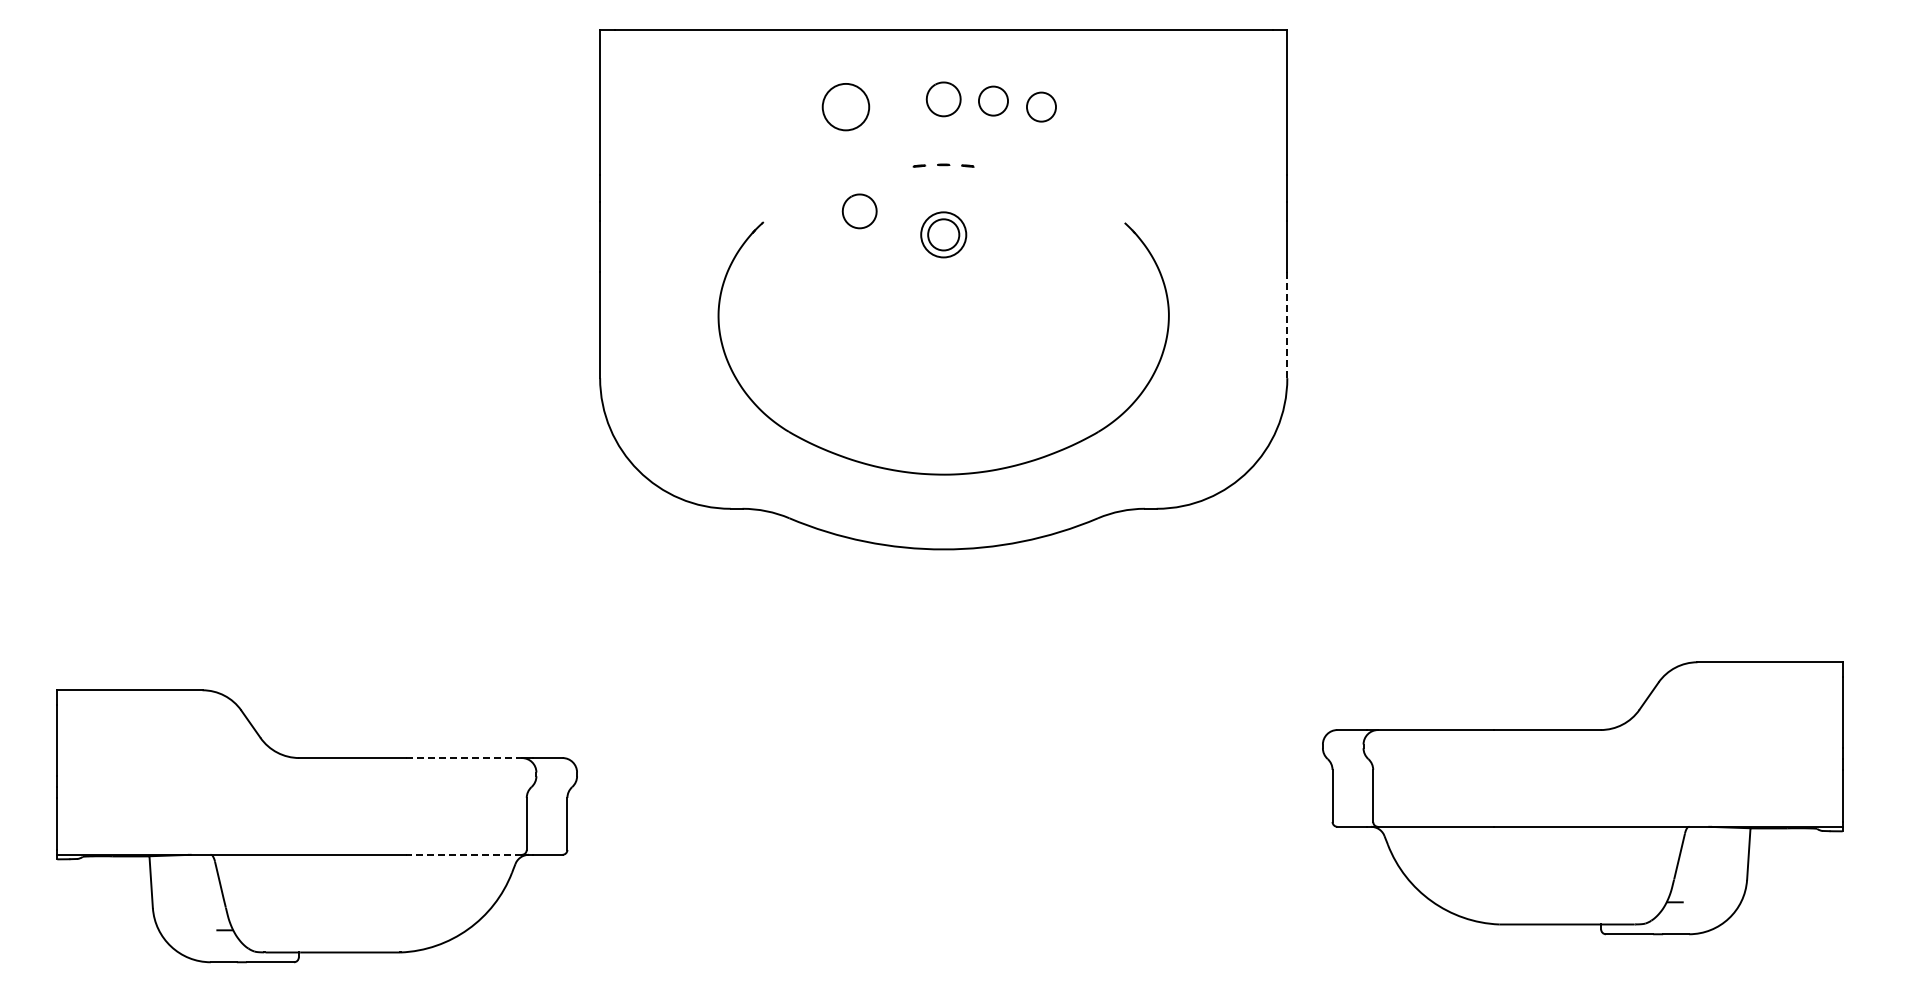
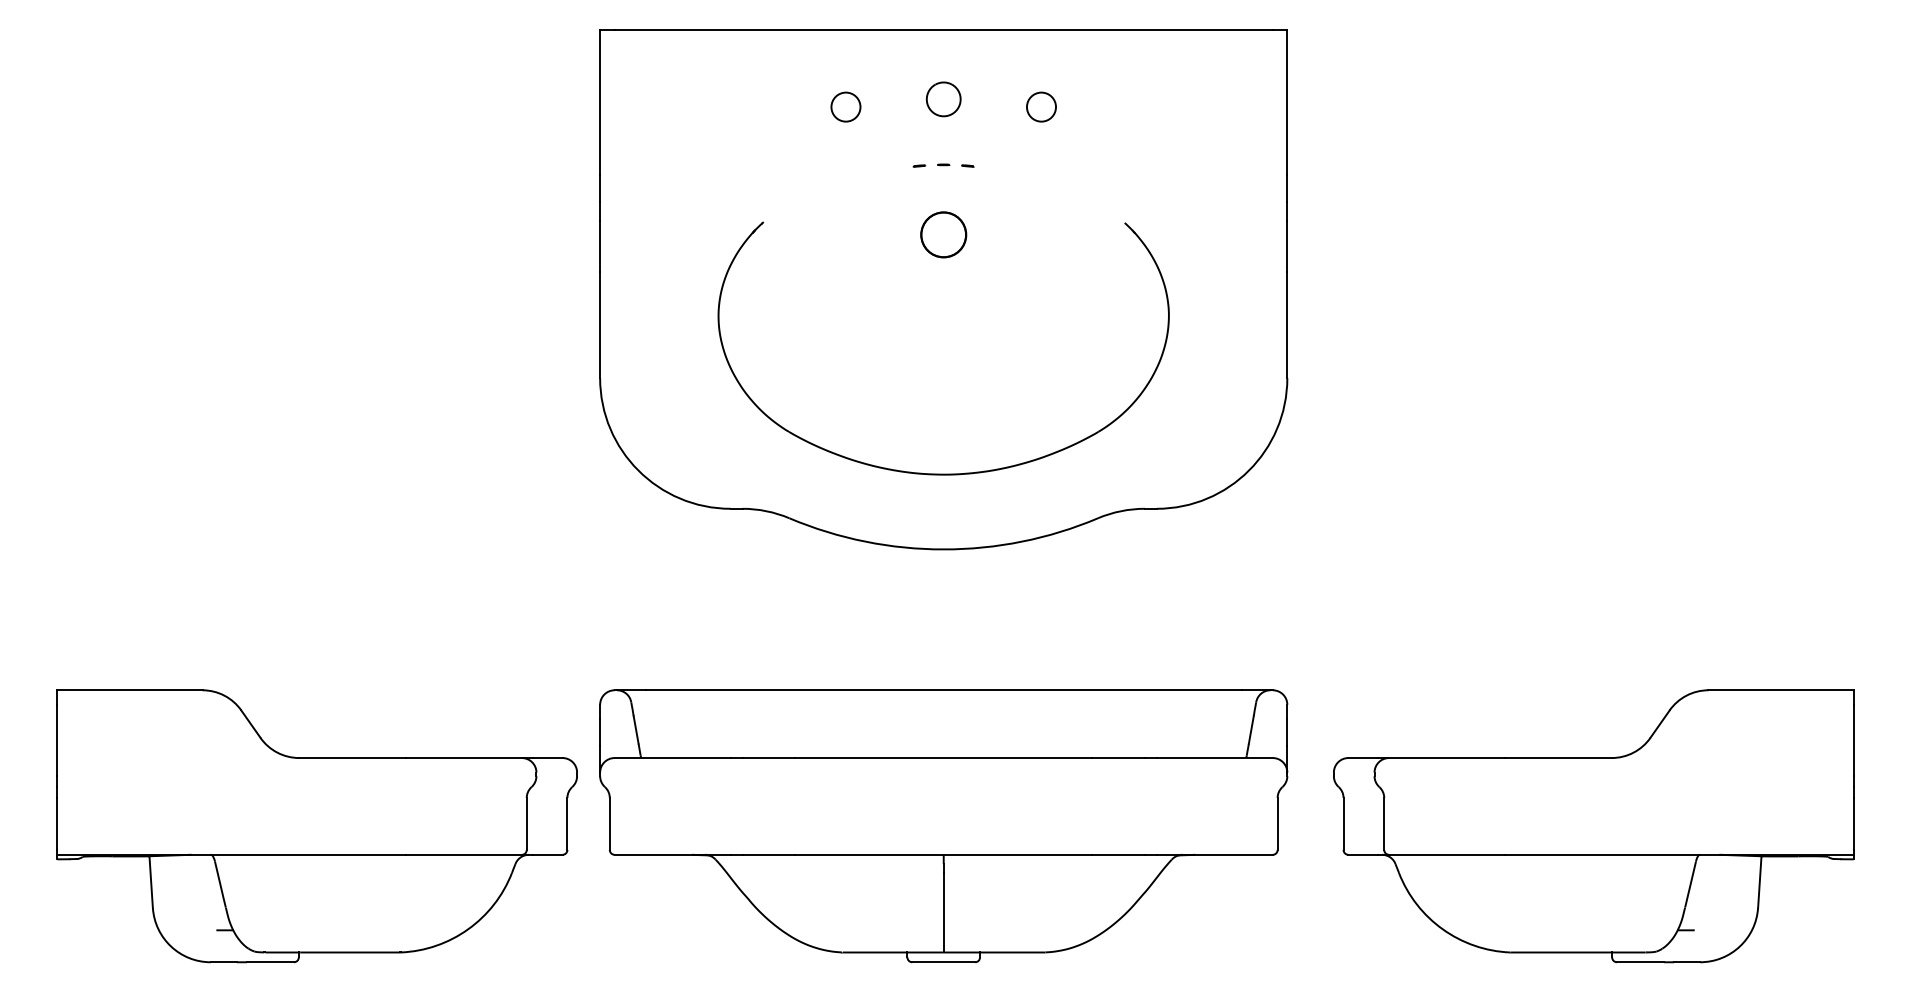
circle at (993, 100): present -> none
circle at (845, 106) diameter: 46 px -> 29 px
part at (859, 211): present -> none
circle at (943, 234) diameter: 31 px -> 45 px
line at (1287, 325): dashed -> solid
line at (464, 758): dashed -> solid
part at (1582, 798) position: (1582, 798) -> (1593, 826)
part at (943, 826): none -> present
line at (463, 854): dashed -> solid
